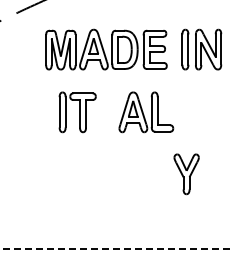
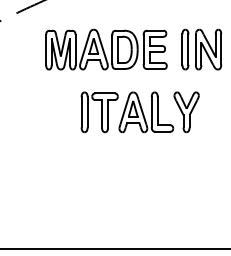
part at (77, 112) position: (77, 112) -> (99, 112)
part at (186, 174) position: (186, 174) -> (186, 112)
line at (116, 248): dashed -> solid
